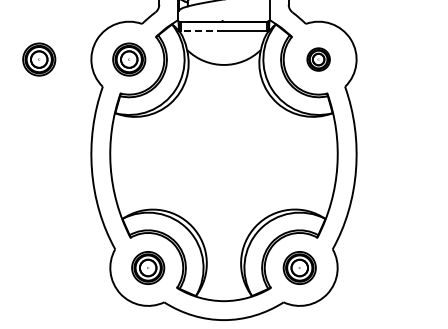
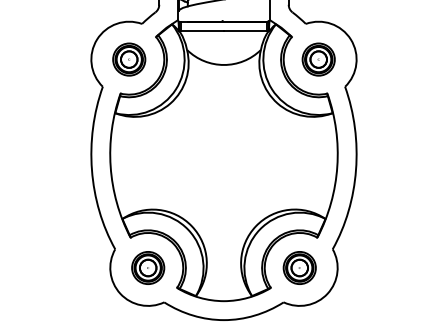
line at (202, 31): dashed -> solid
part at (39, 59): present -> none
part at (318, 59) size: 25x25 px -> 35x35 px
